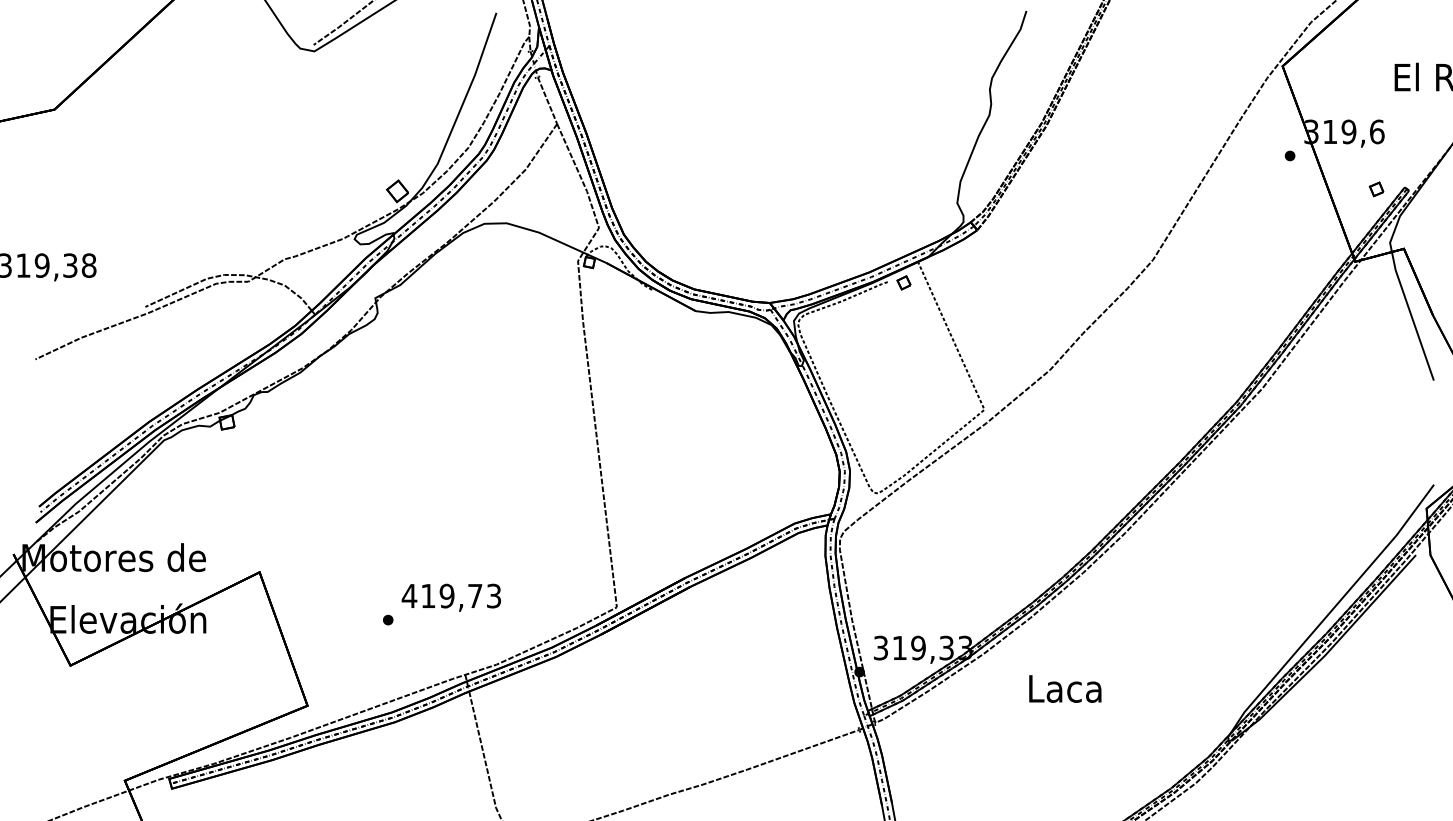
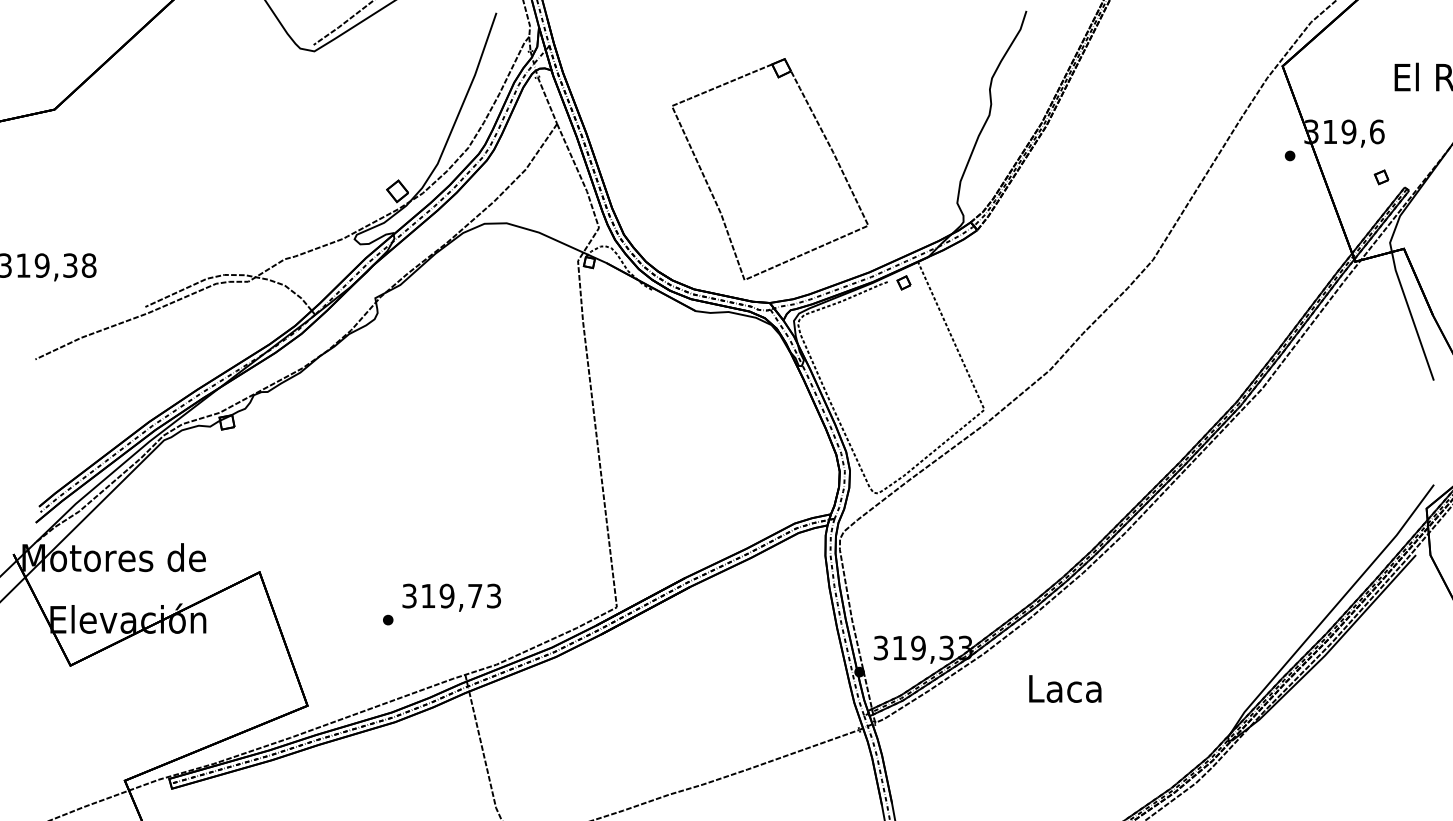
part at (1376, 189) position: (1376, 189) -> (1381, 177)
part at (714, 196): none -> present
text at (409, 595): 419,73 -> 319,73
